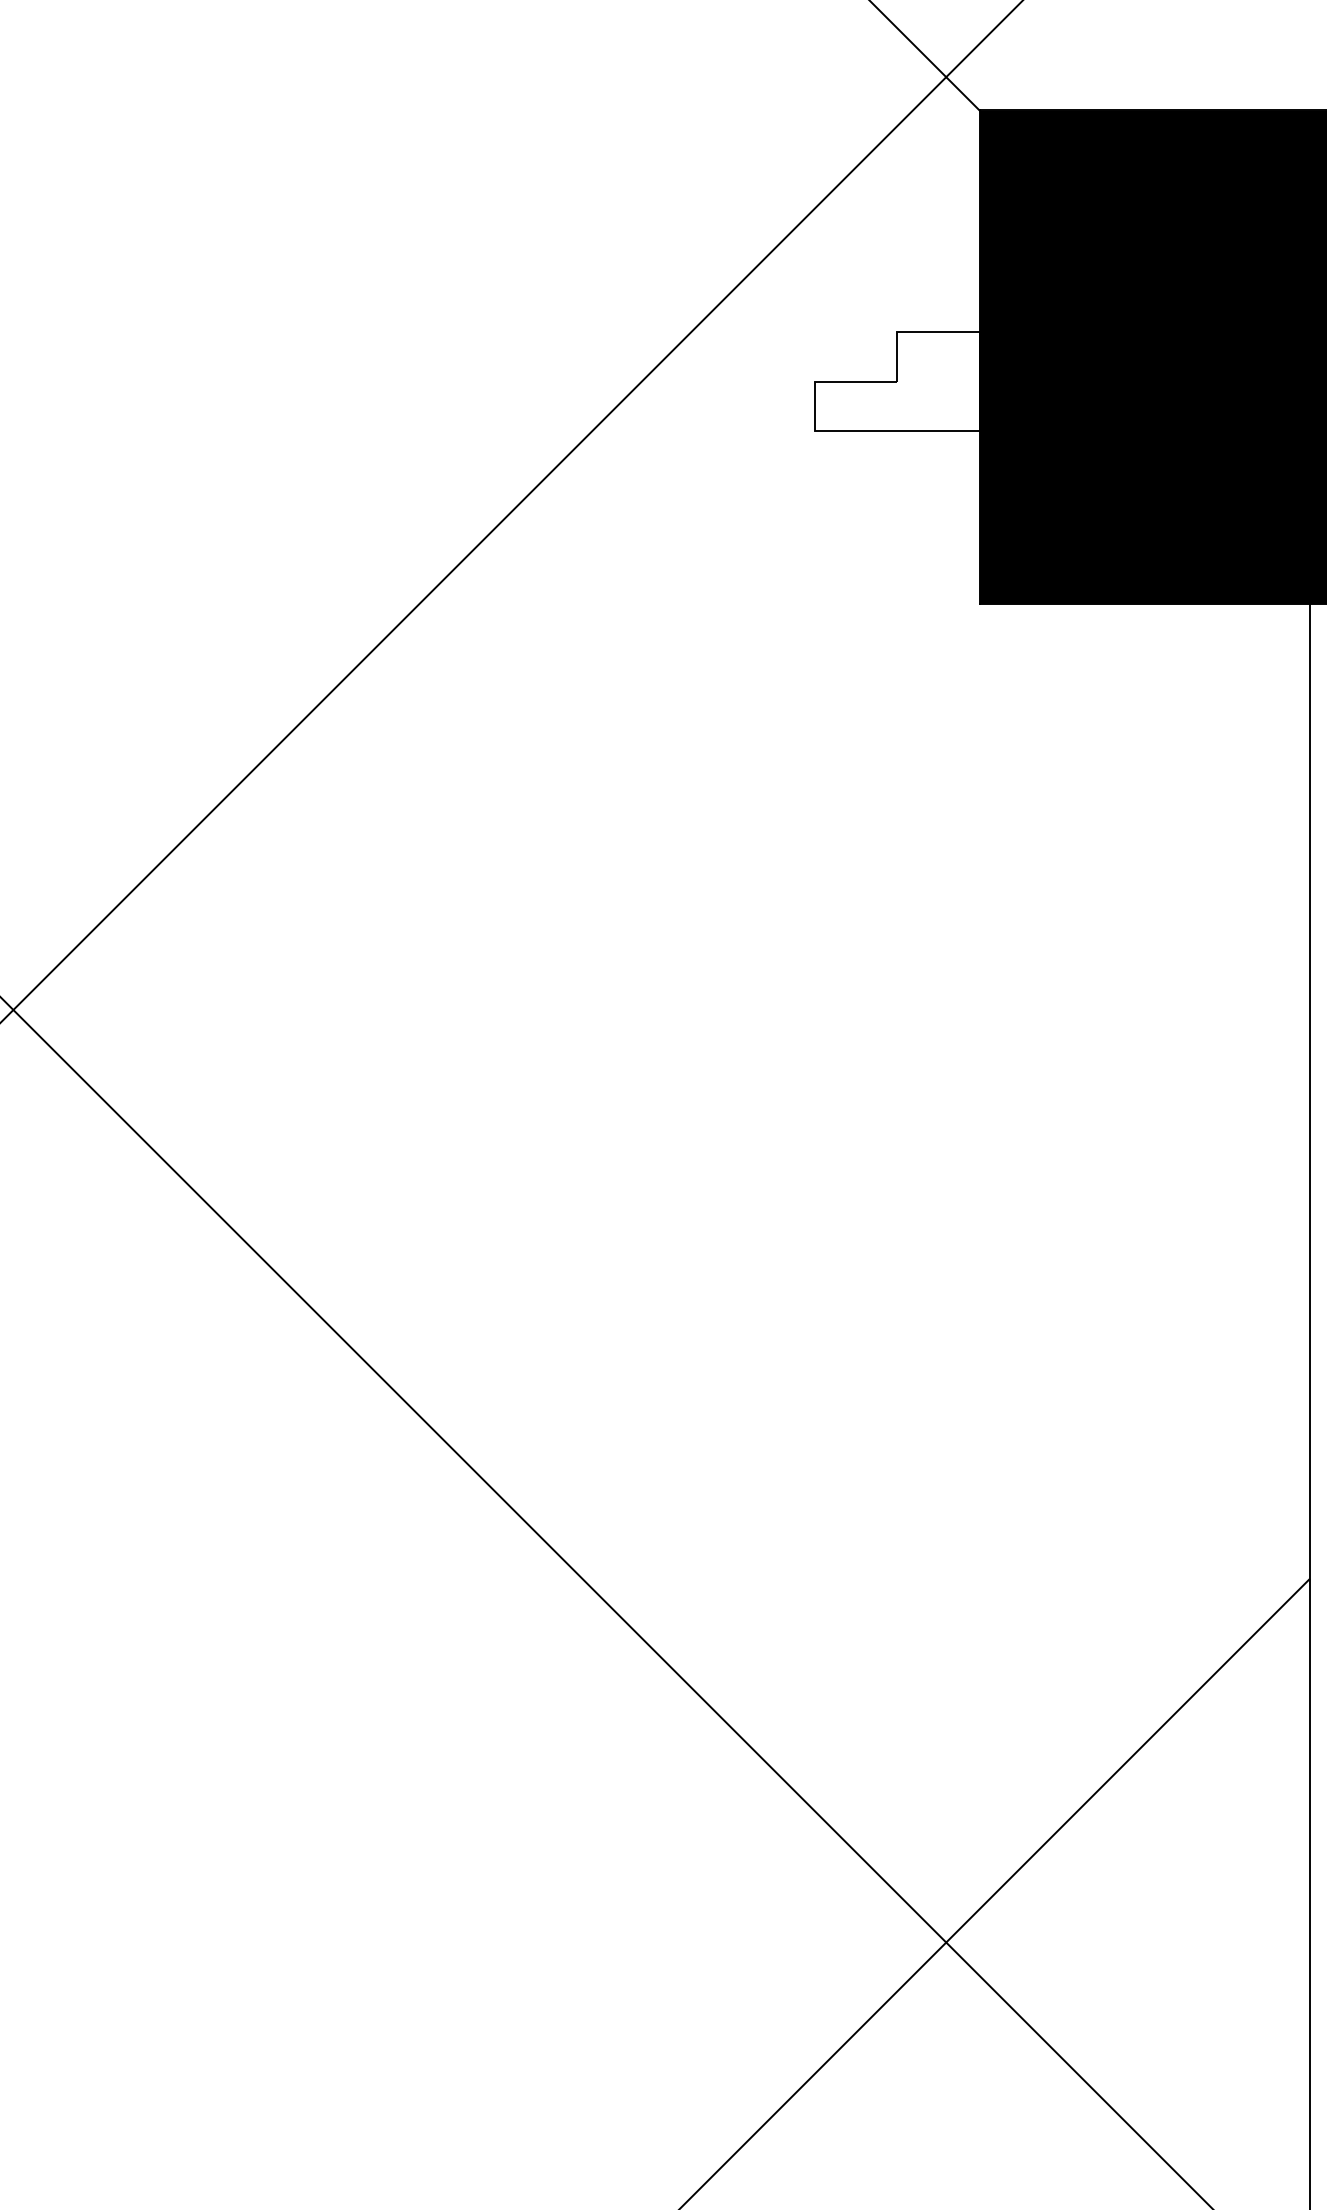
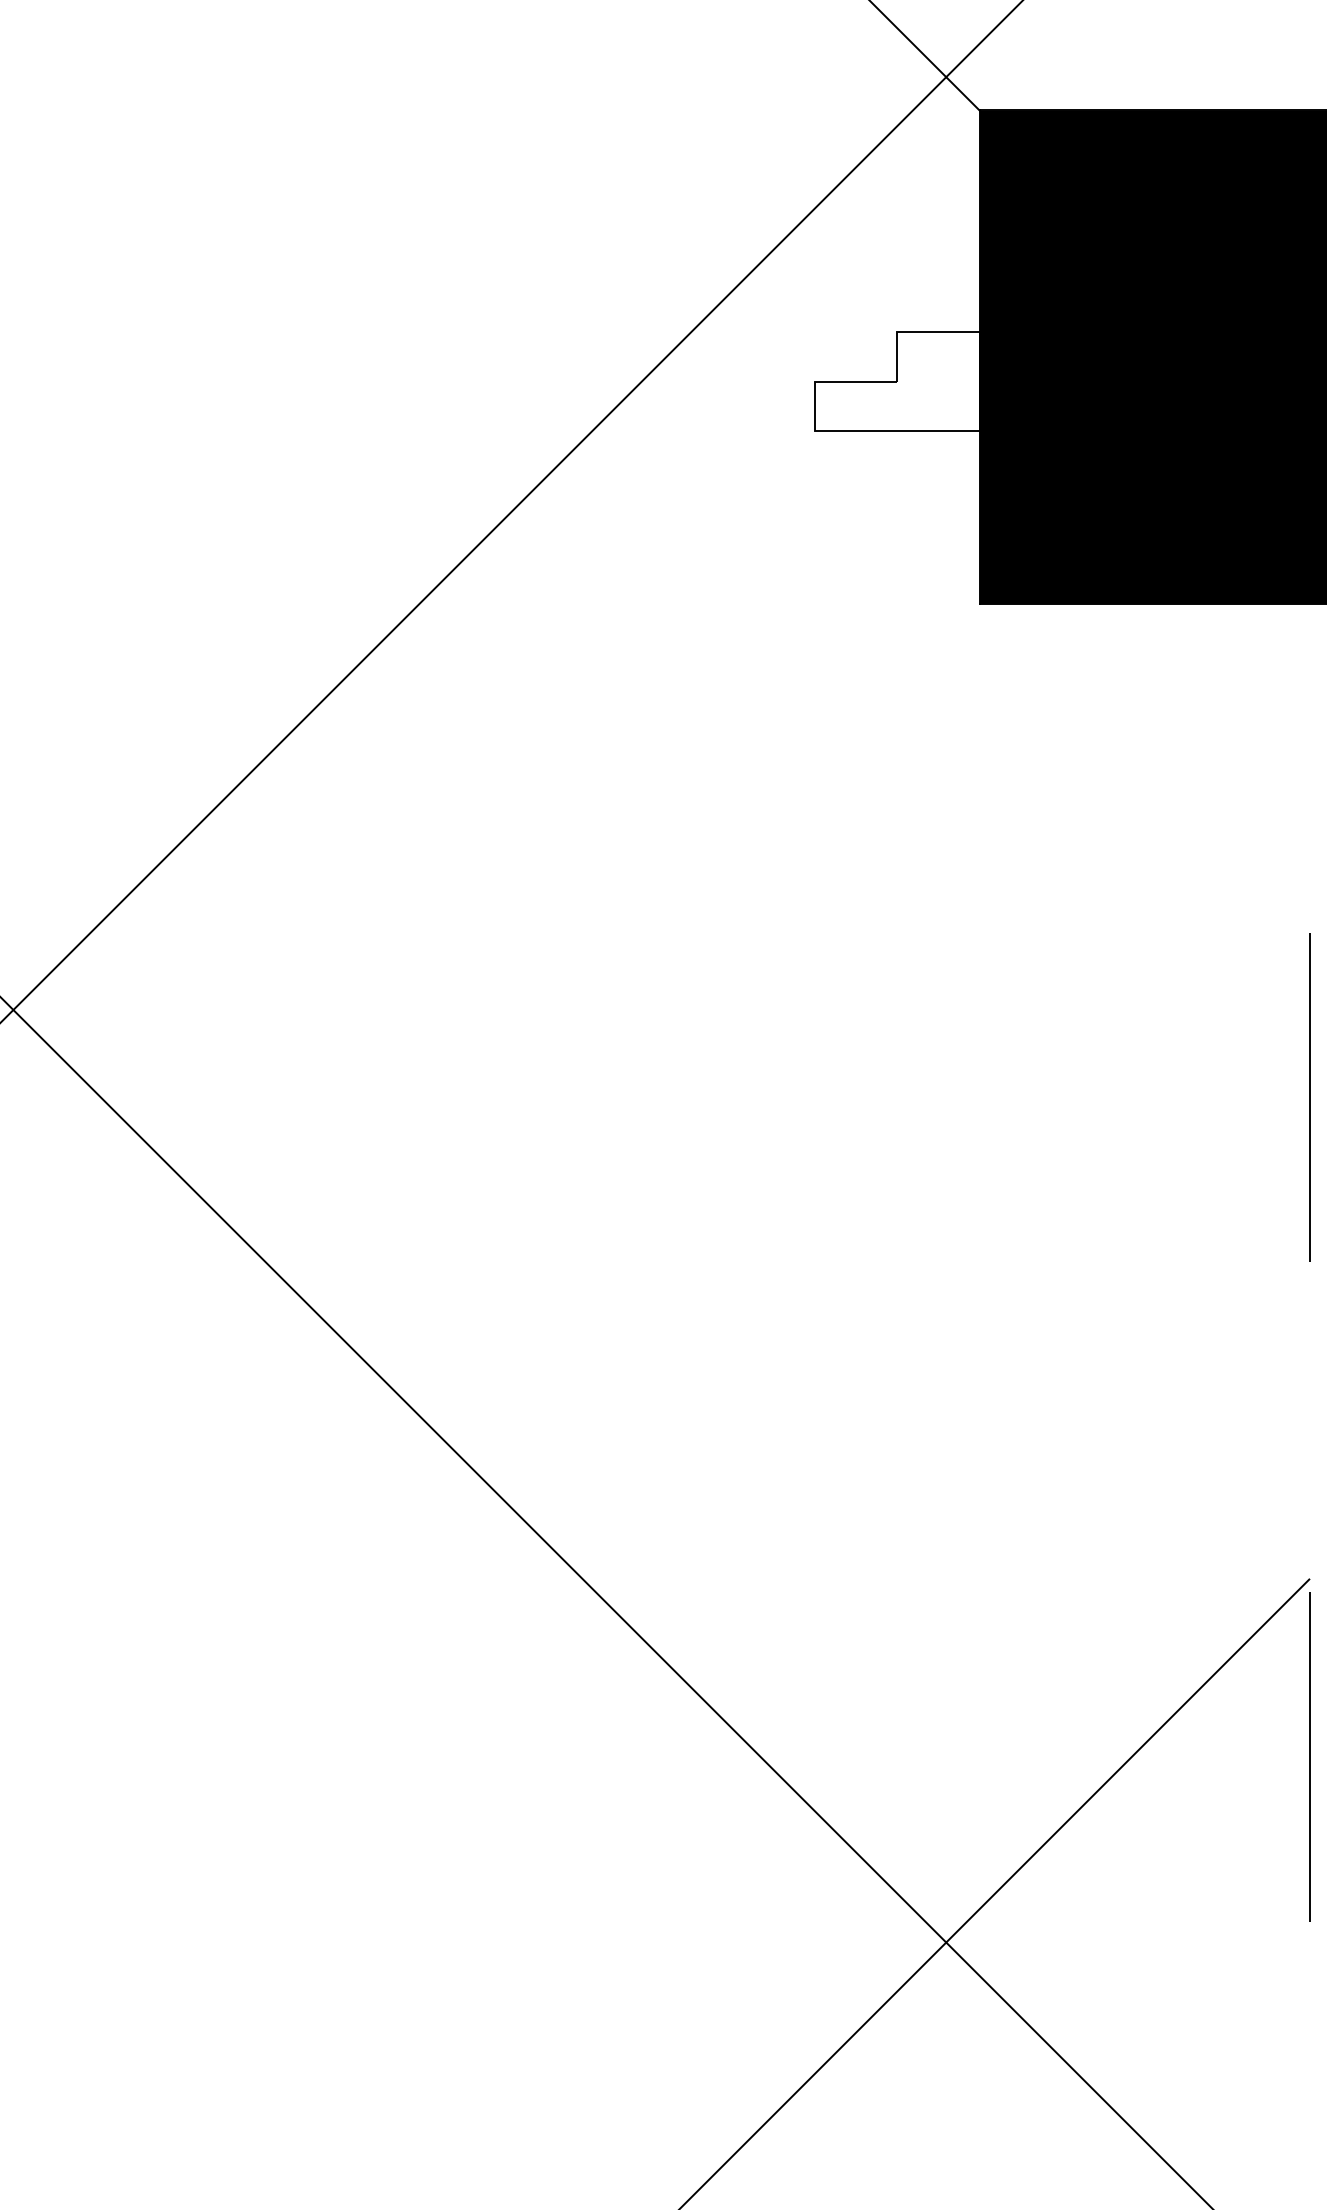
line at (1309, 1406): solid -> dashed
